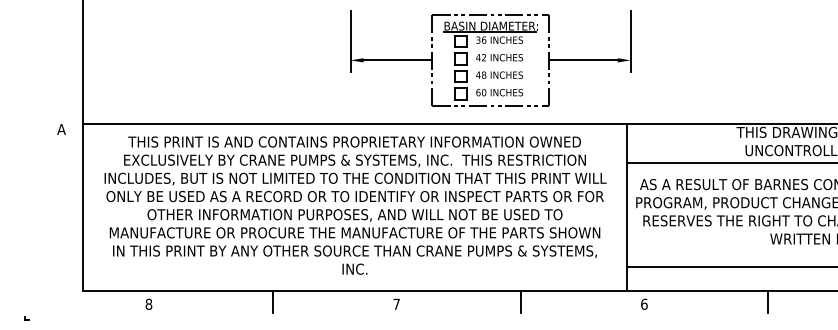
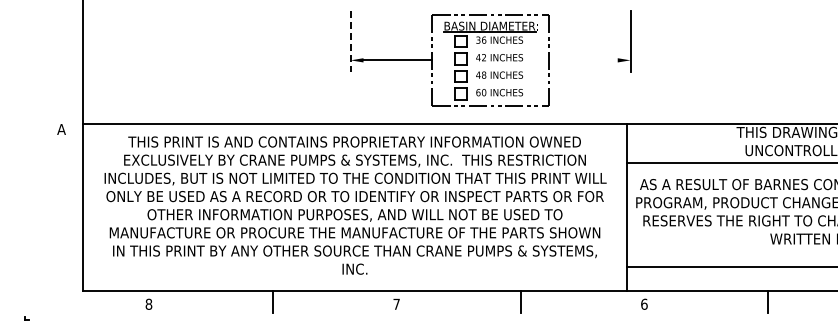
line at (350, 41): solid -> dashed
line at (584, 60): present -> none
